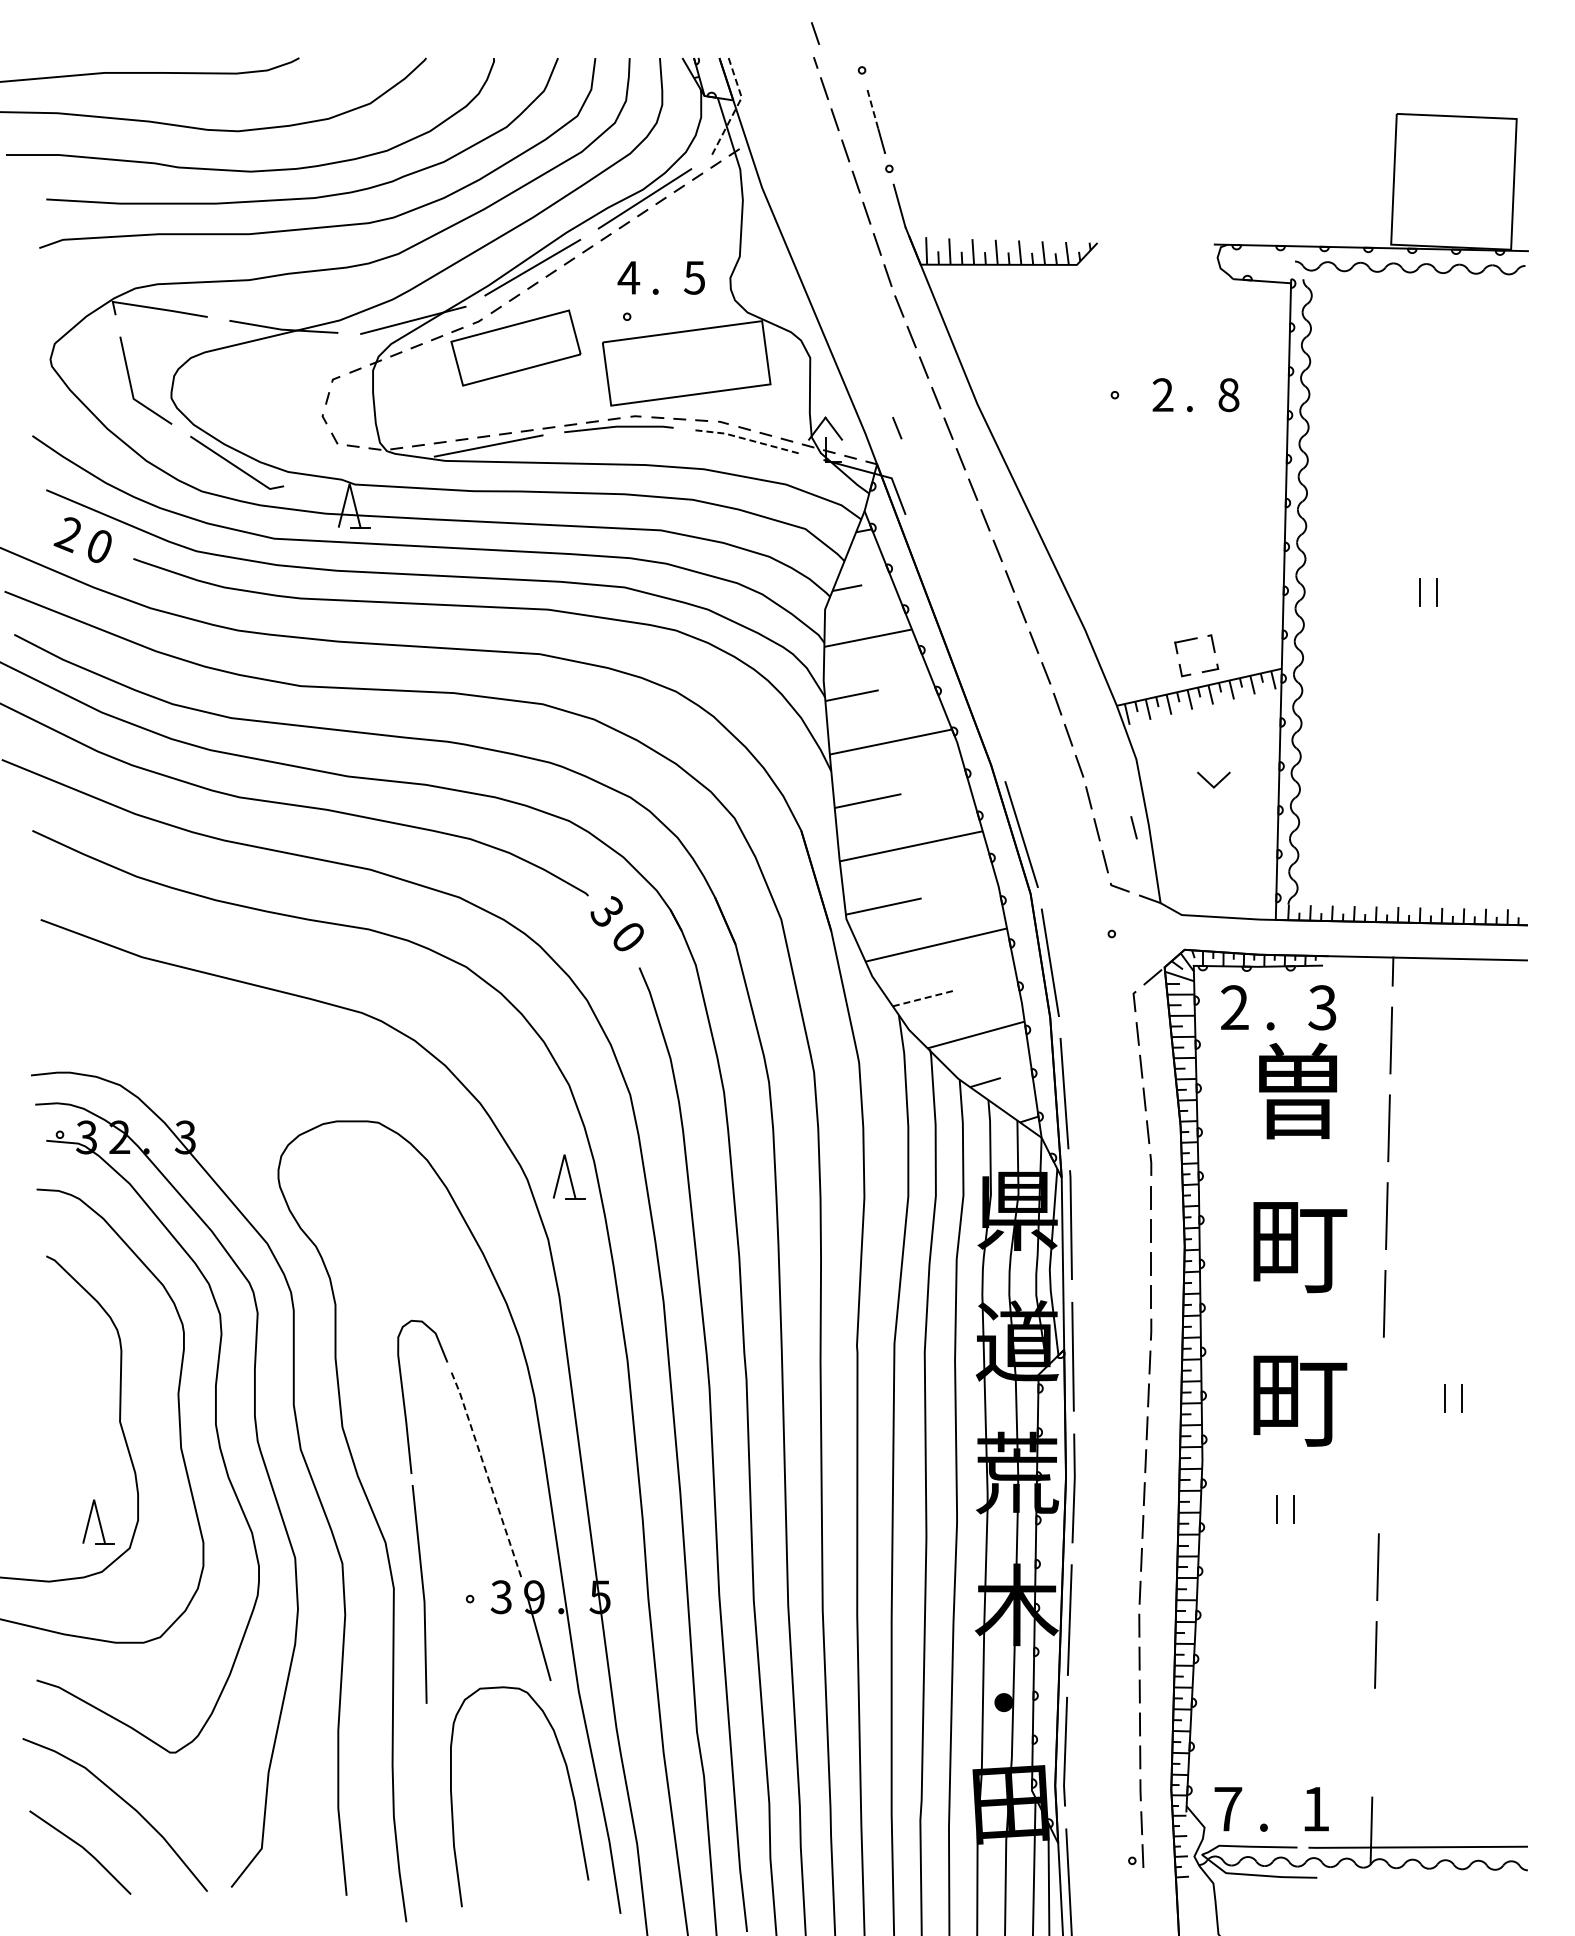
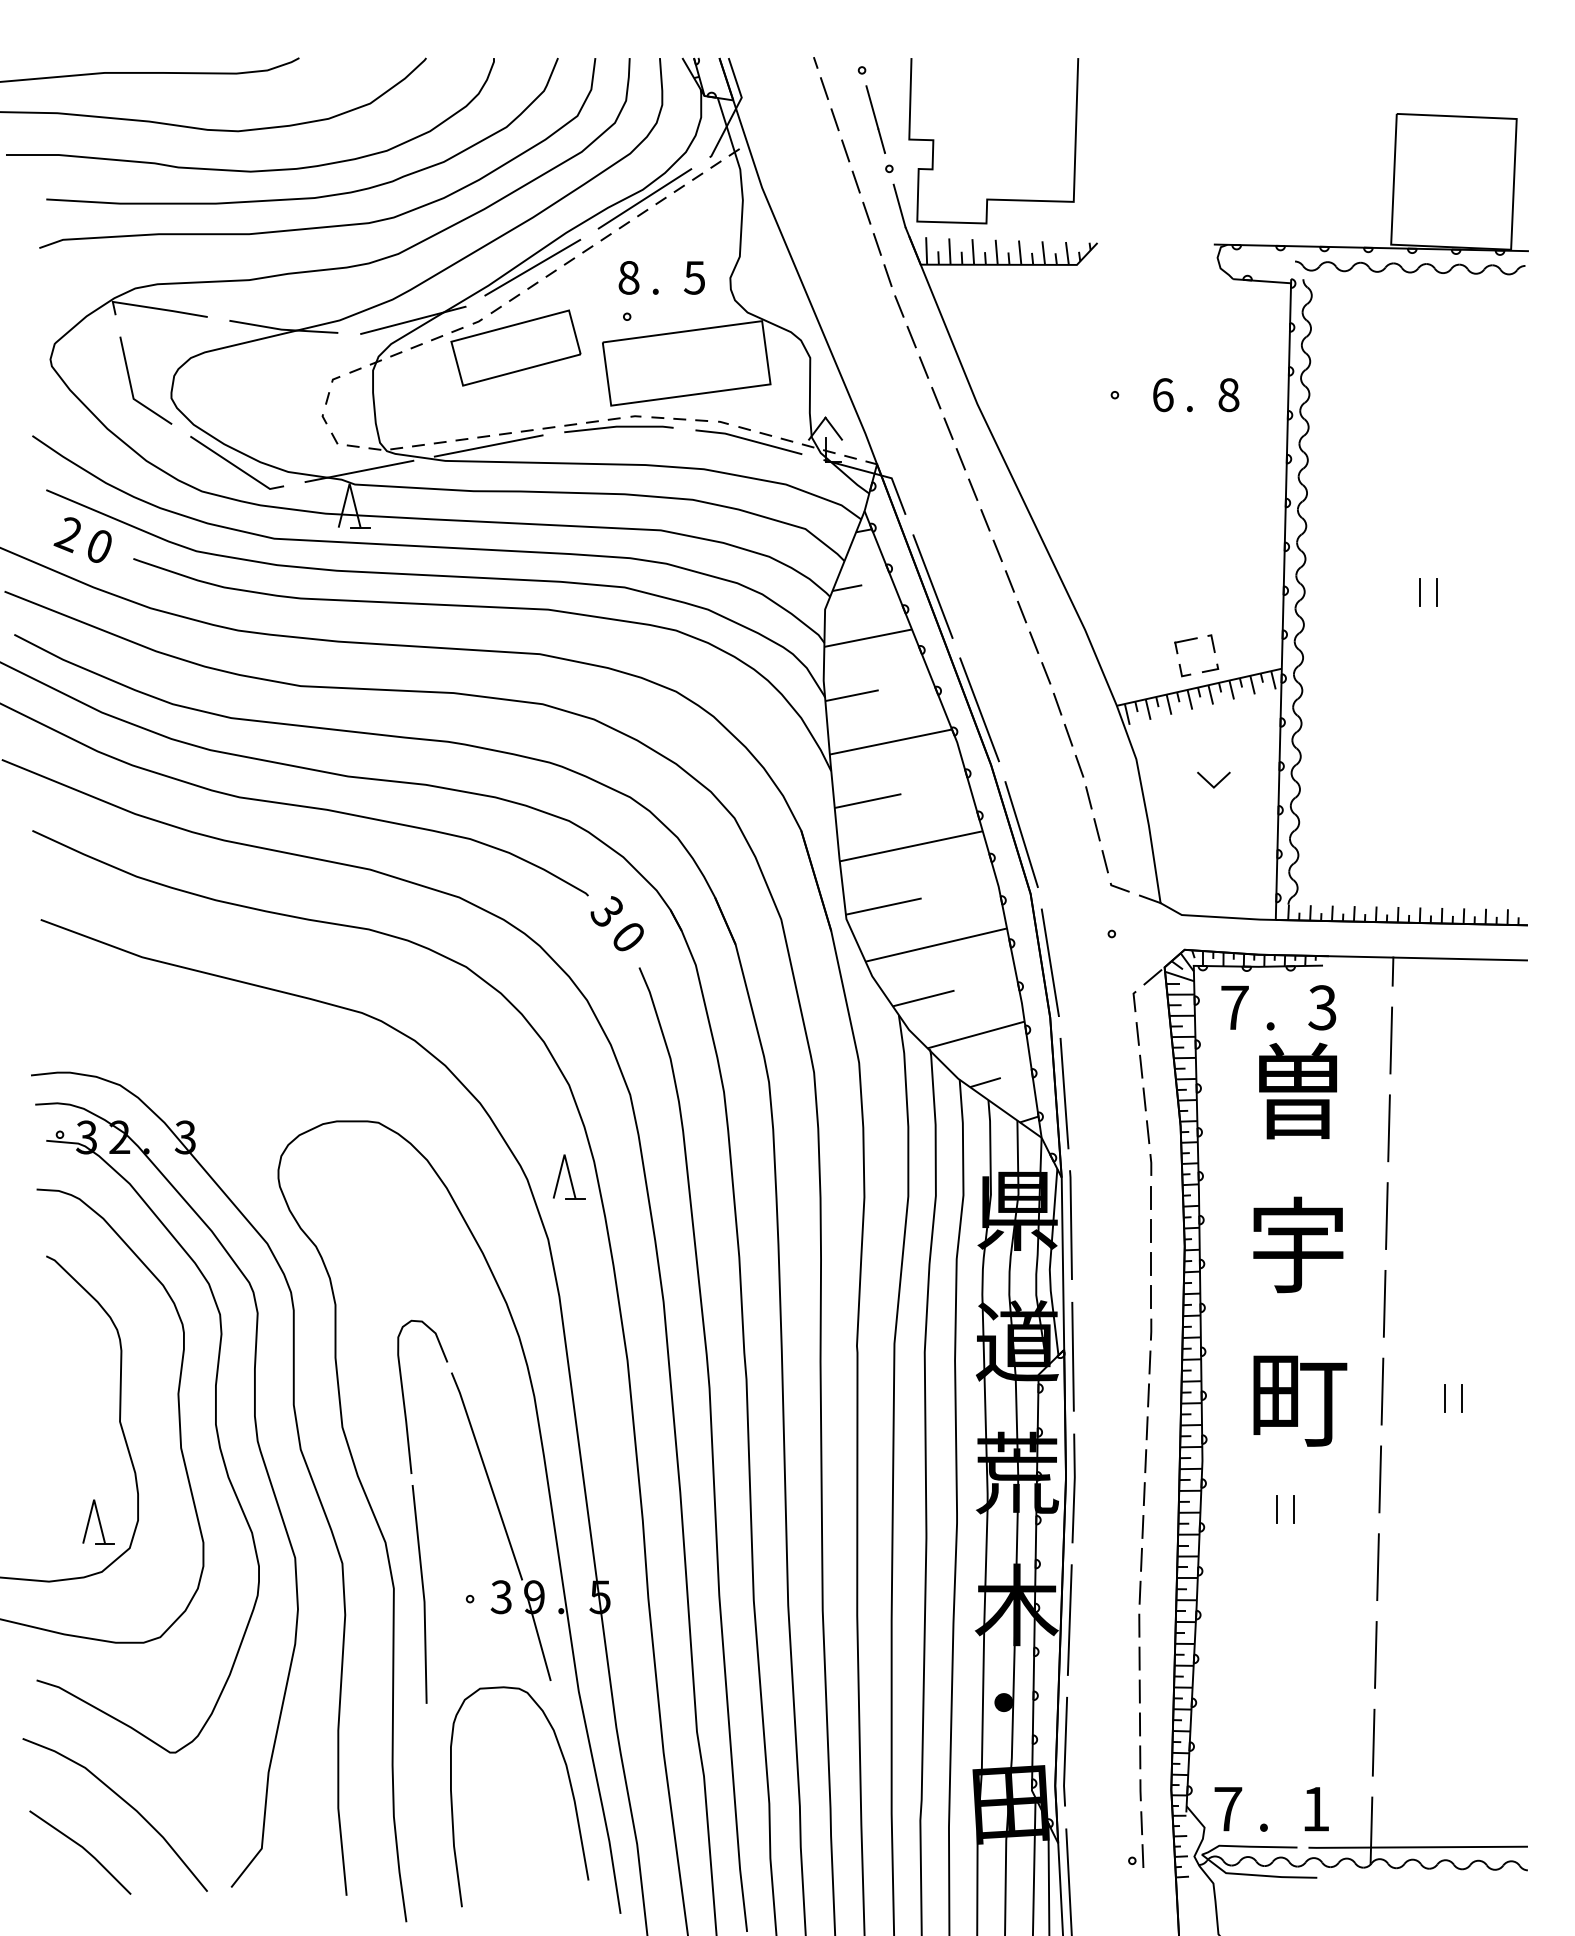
line at (815, 33): present -> none
line at (872, 107): dashed -> solid
line at (735, 109): dashed -> solid
curve at (993, 198): none -> present
text at (628, 277): 4 -> 8
text at (1162, 395): 2 -> 6
line at (897, 428): present -> none
line at (749, 440): dashed -> solid
line at (359, 471): none -> present
line at (932, 586): none -> present
line at (979, 709): none -> present
line at (1133, 827): present -> none
line at (923, 998): dashed -> solid
text at (1234, 1007): 2 -> 7
text at (1300, 1244): 町 -> 宇
line at (1382, 1391): none -> present
line at (487, 1476): dashed -> solid
line at (1380, 1479): none -> present
line at (1373, 1742): none -> present
